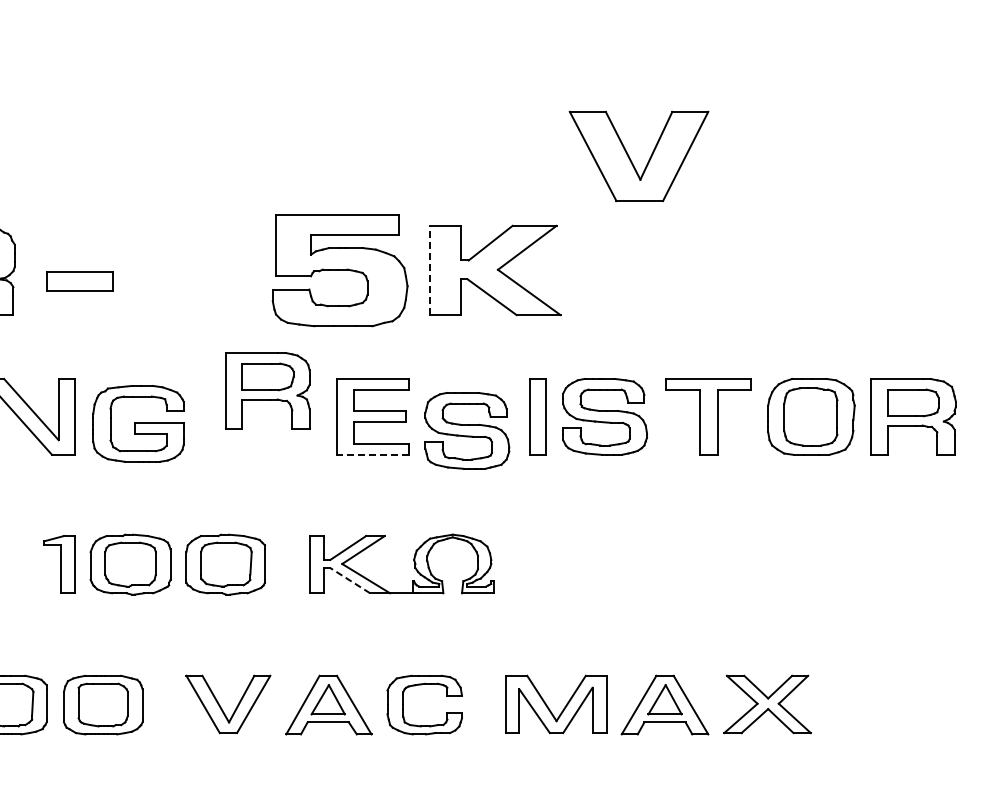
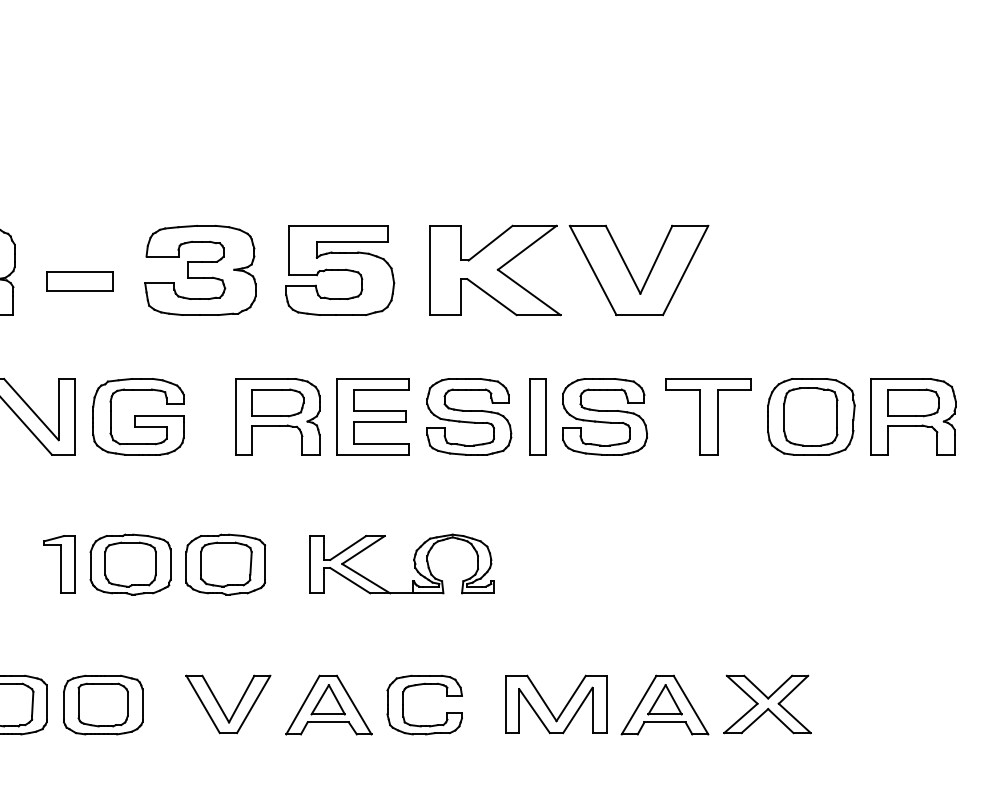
part at (631, 159) position: (631, 159) -> (631, 273)
part at (200, 269): none -> present
part at (339, 270) size: 138x114 px -> 111x91 px
line at (430, 270): dashed -> solid
part at (267, 390) position: (267, 390) -> (277, 416)
part at (138, 423) position: (138, 423) -> (138, 416)
part at (467, 430) position: (467, 430) -> (469, 416)
line at (372, 454): dashed -> solid
line at (350, 580): dashed -> solid
